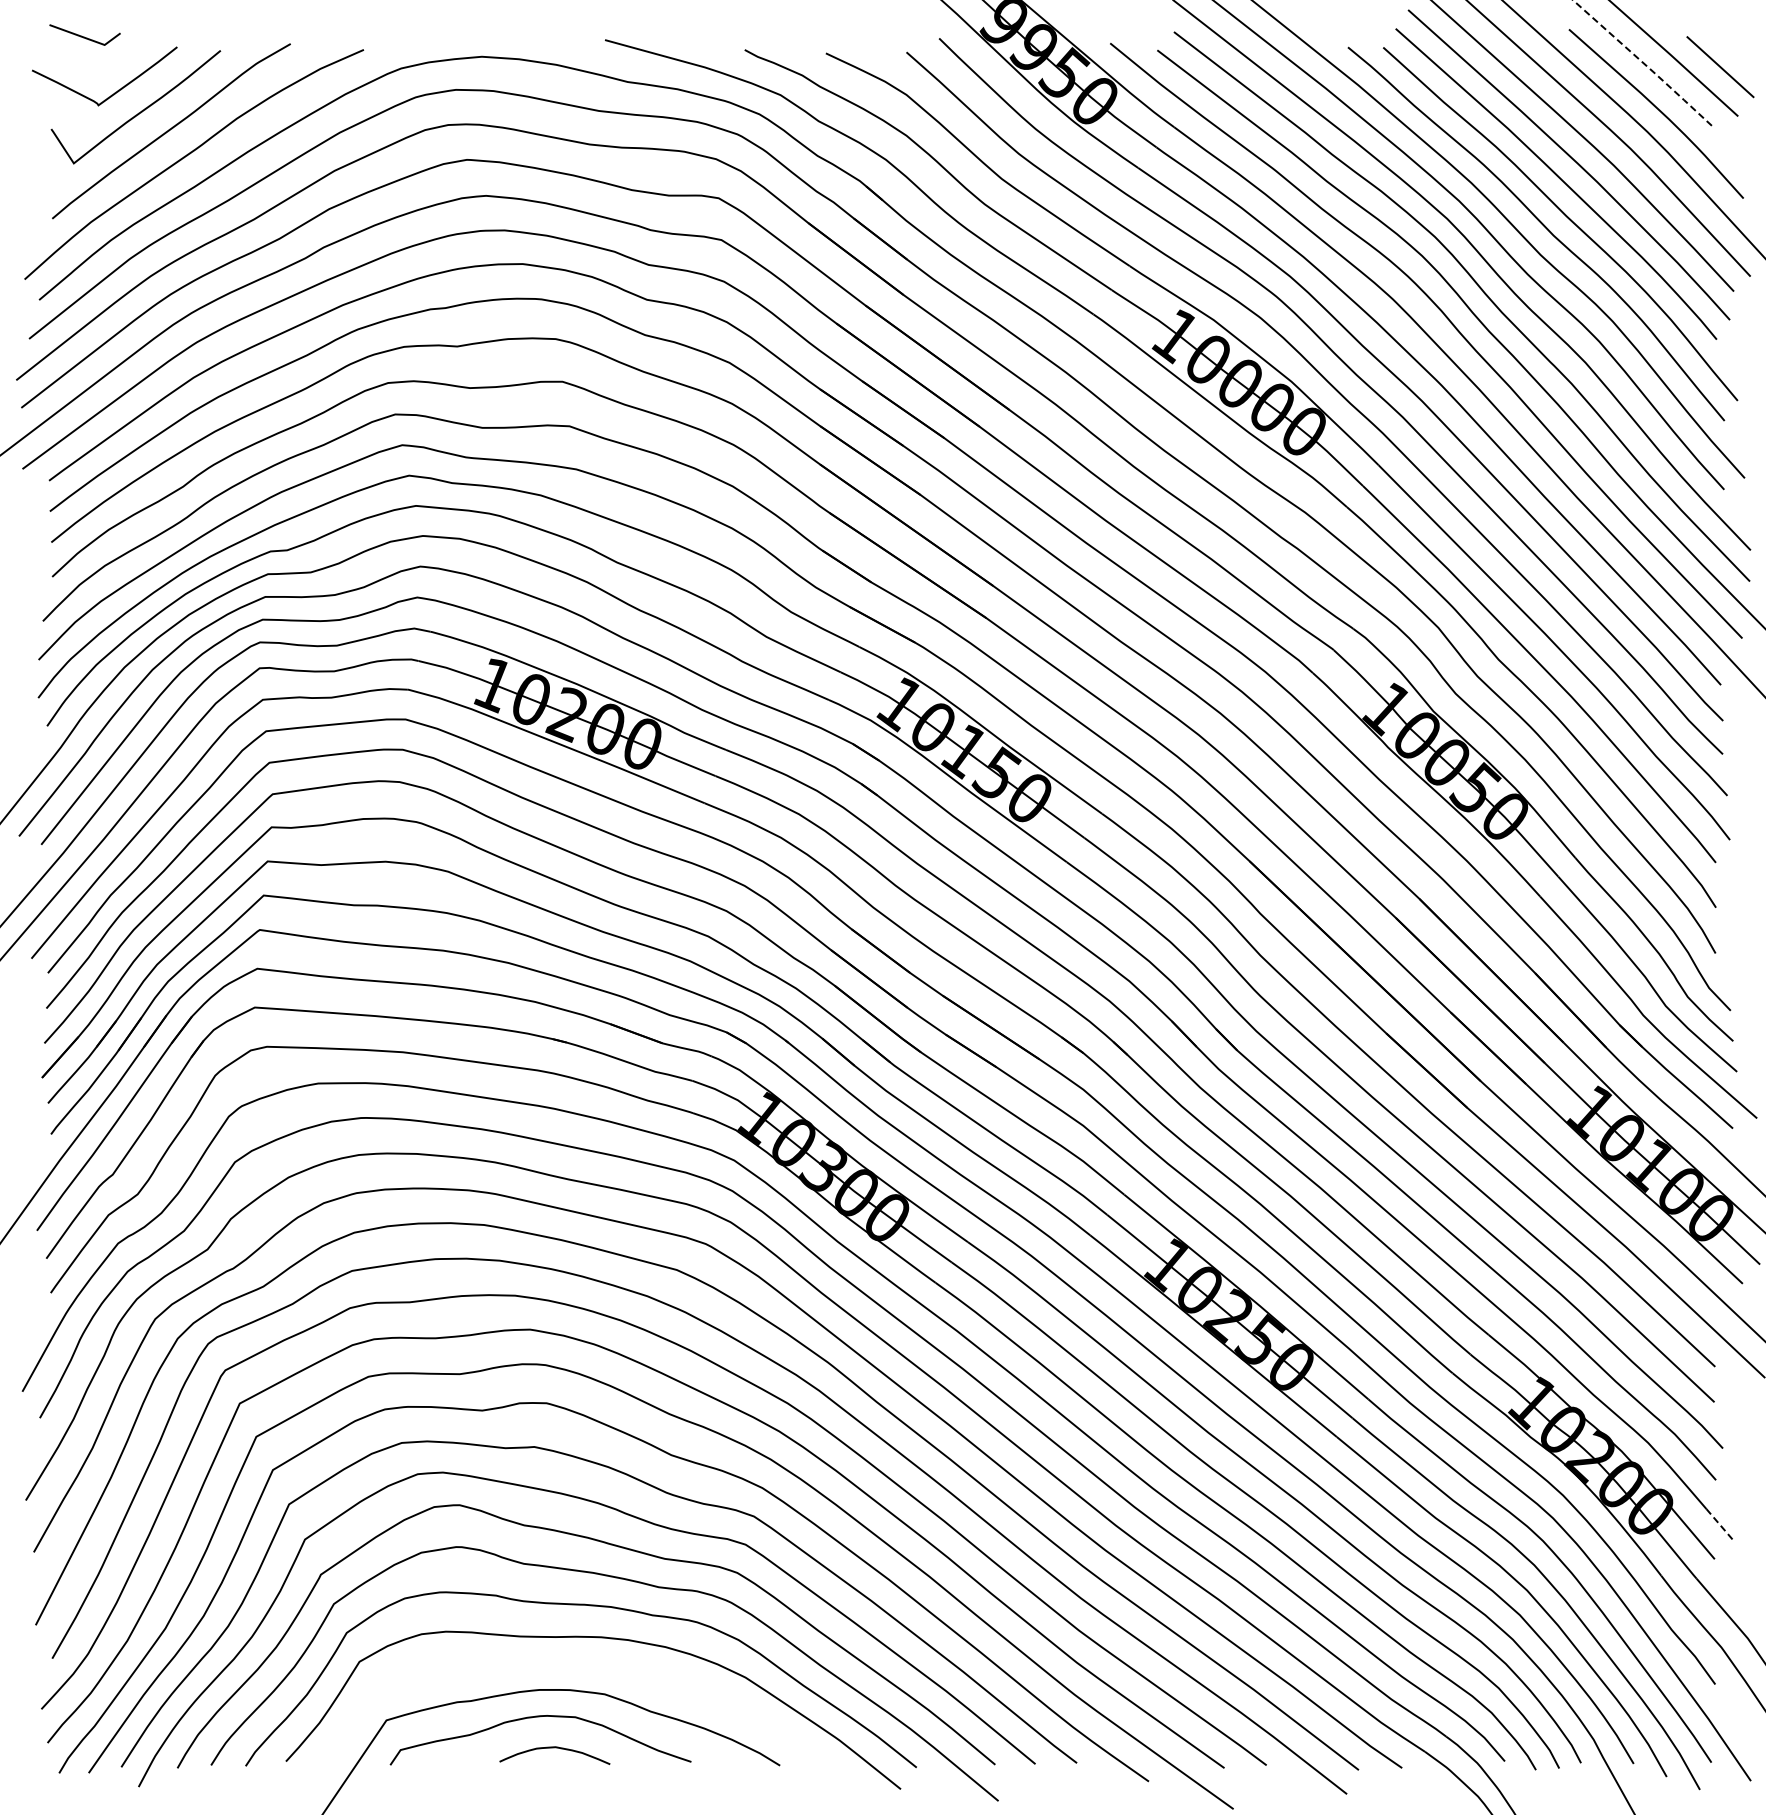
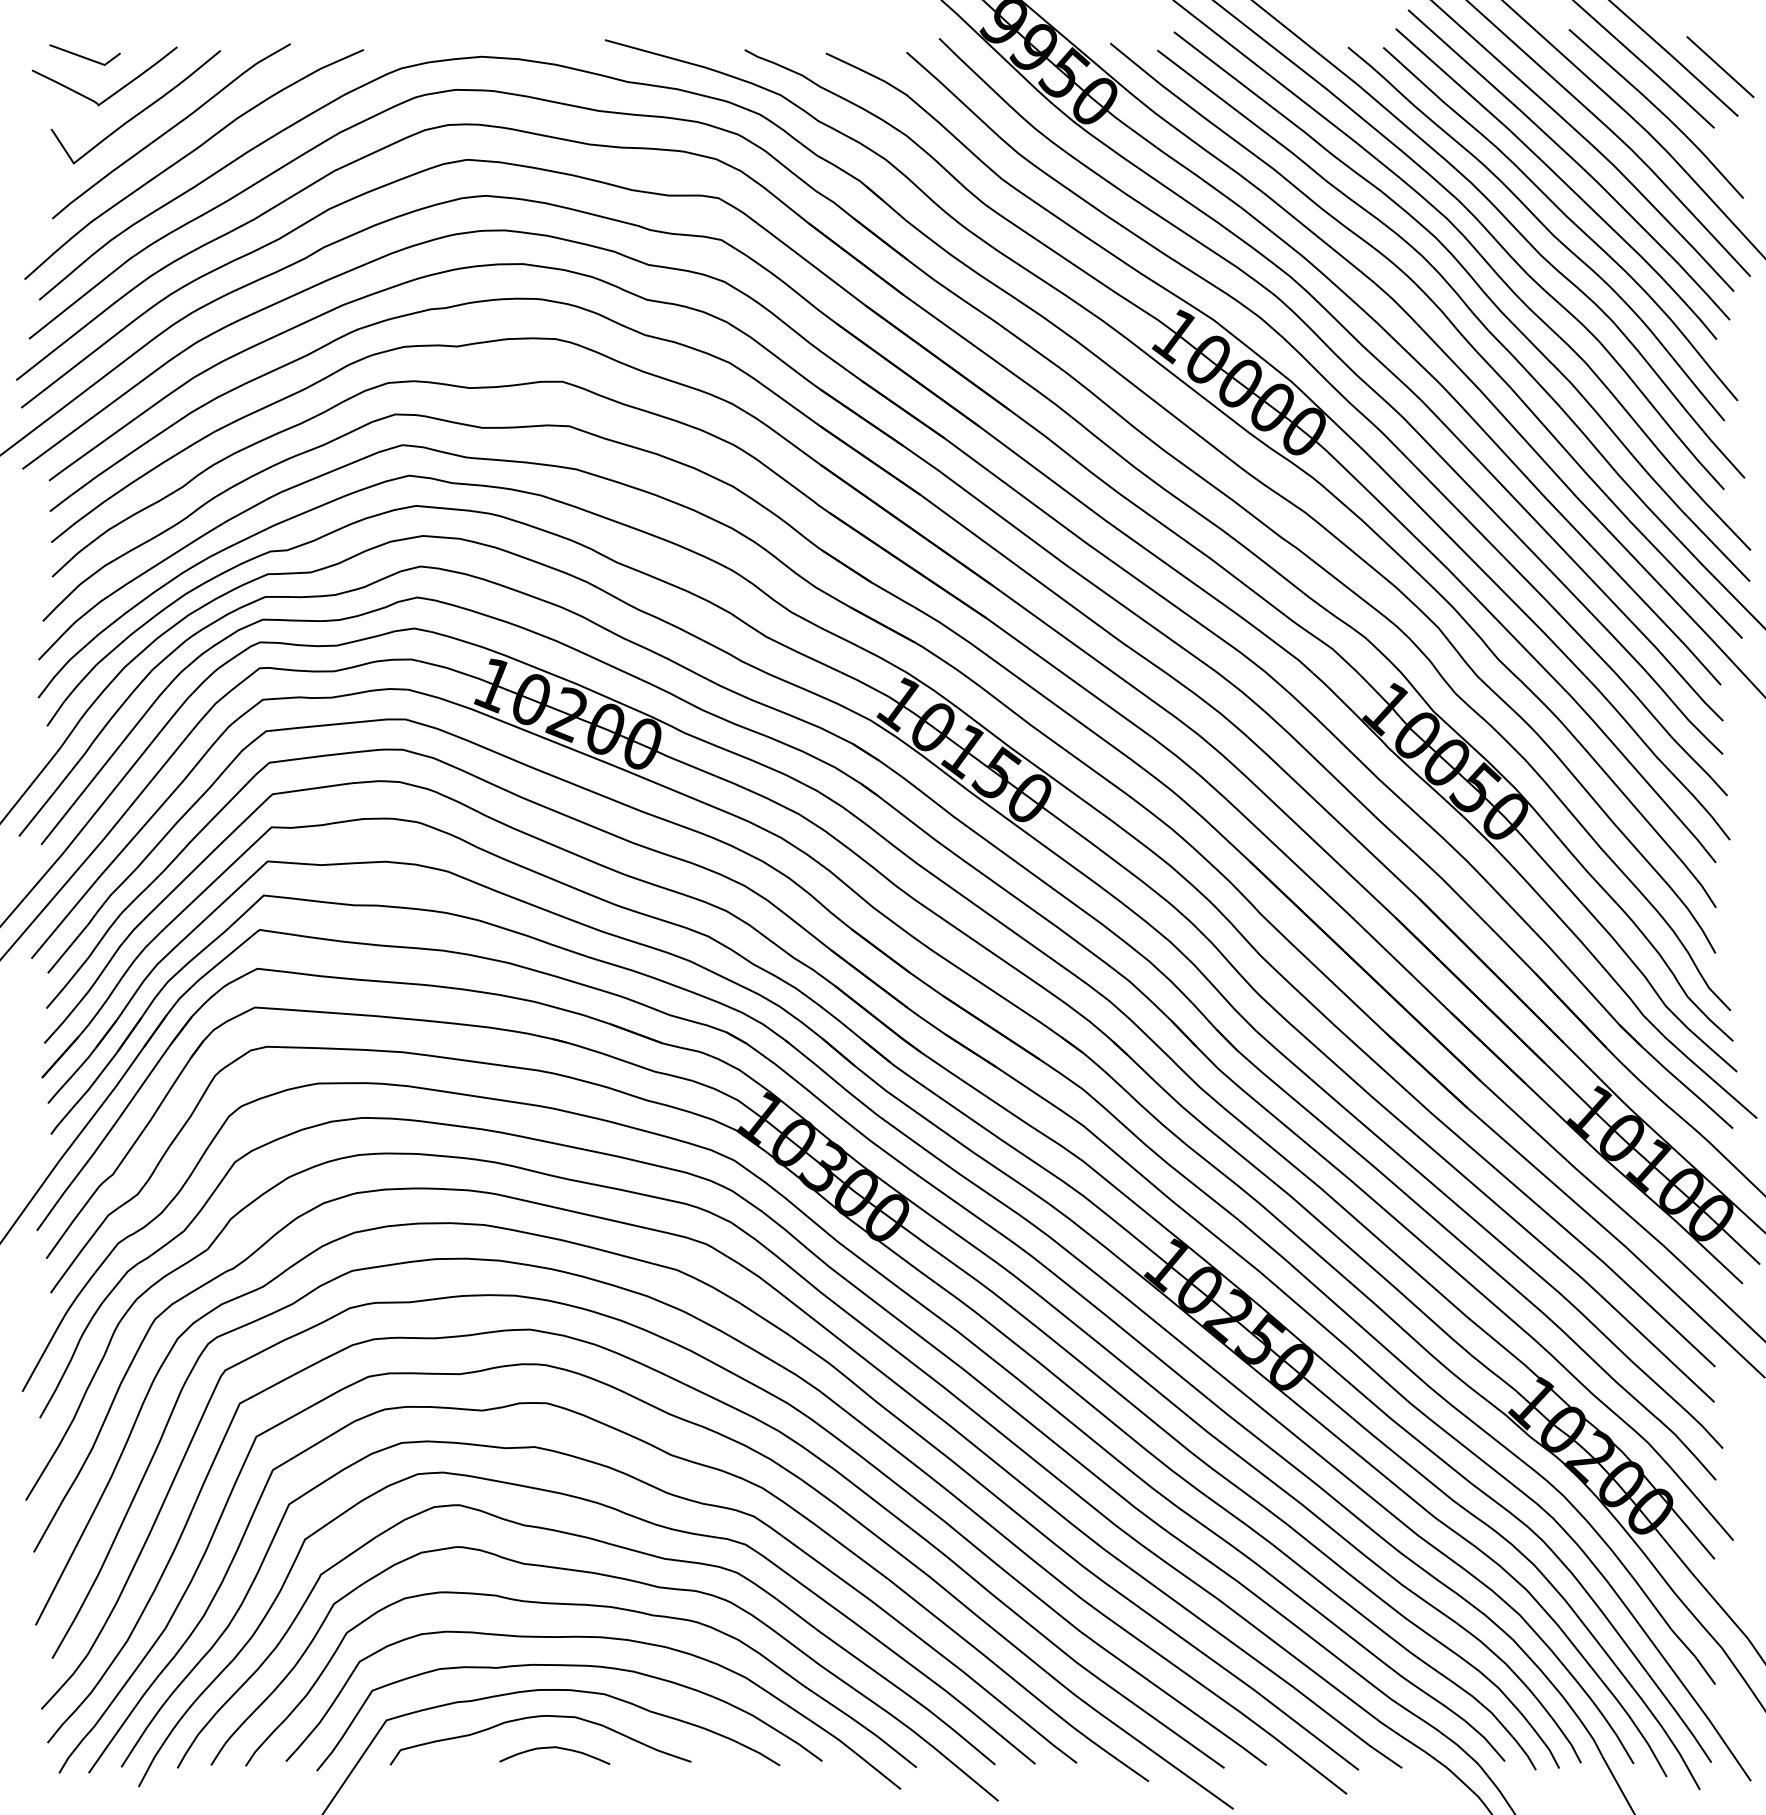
line at (84, 36) position: (84, 36) -> (84, 56)
line at (1645, 64): dashed -> solid
line at (1720, 1524): dashed -> solid
curve at (569, 1666): none -> present
